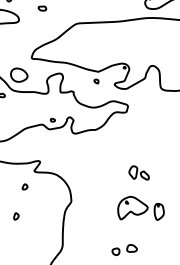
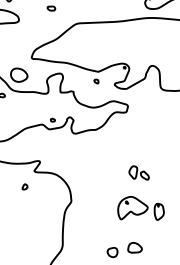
part at (42, 8) position: (42, 8) -> (51, 8)
part at (16, 216): present -> none
part at (124, 249) size: 27x12 px -> 37x17 px
